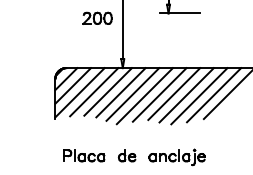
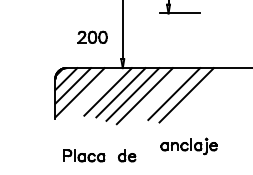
part at (97, 17) position: (97, 17) -> (92, 36)
line at (94, 92): present -> none
line at (159, 94): present -> none
line at (214, 95): present -> none
line at (199, 96): present -> none
line at (226, 96): present -> none
part at (176, 157) position: (176, 157) -> (188, 146)
